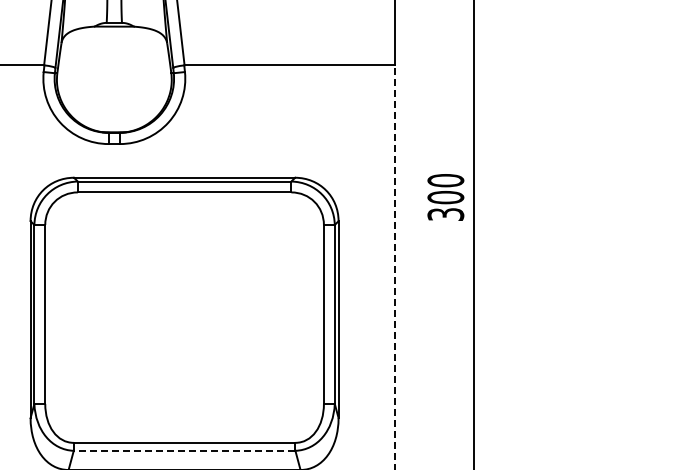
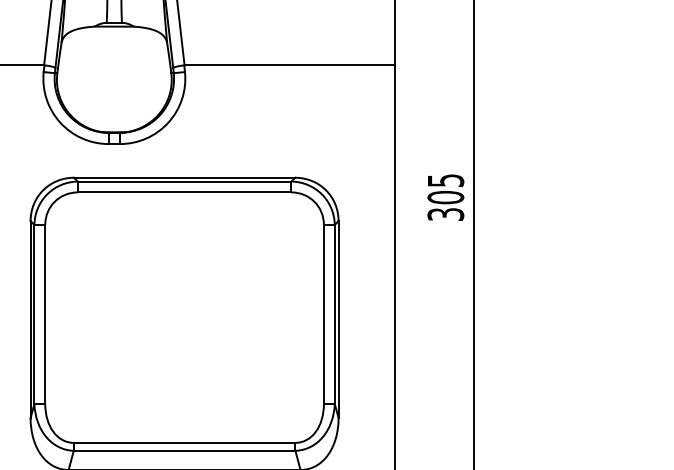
text at (445, 180): 300 -> 305
line at (395, 267): dashed -> solid
line at (184, 450): dashed -> solid
